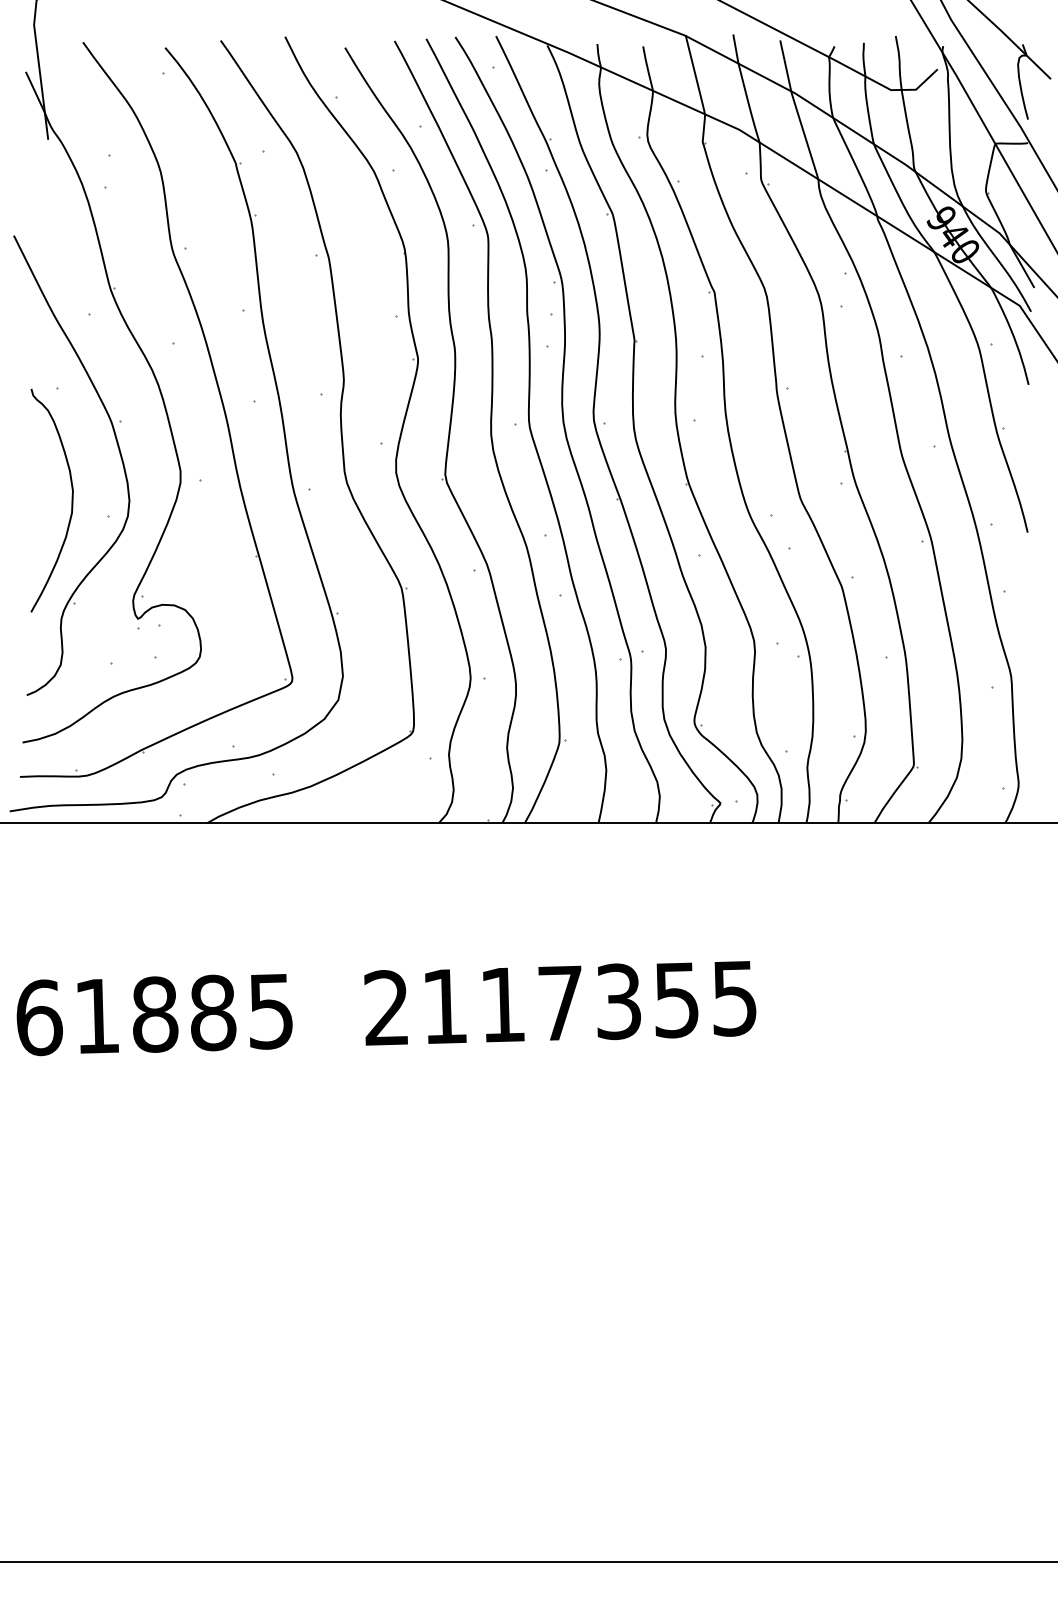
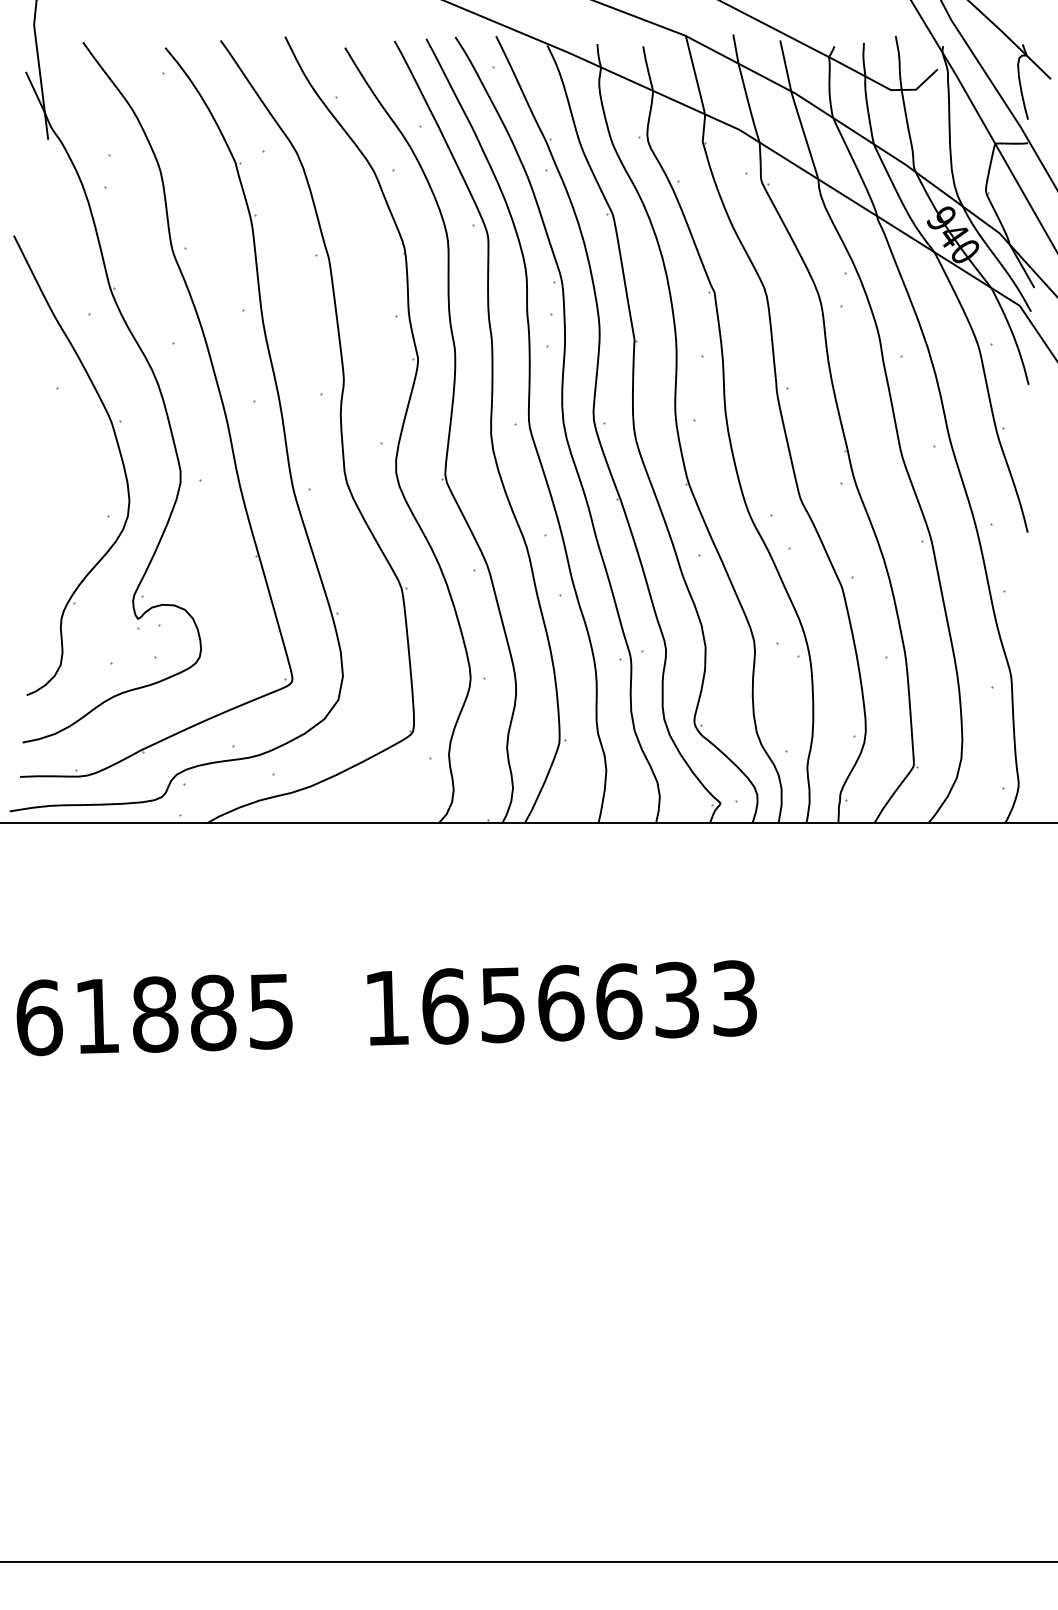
curve at (71, 500): present -> none
text at (560, 1002): 2117355 -> 1656633
